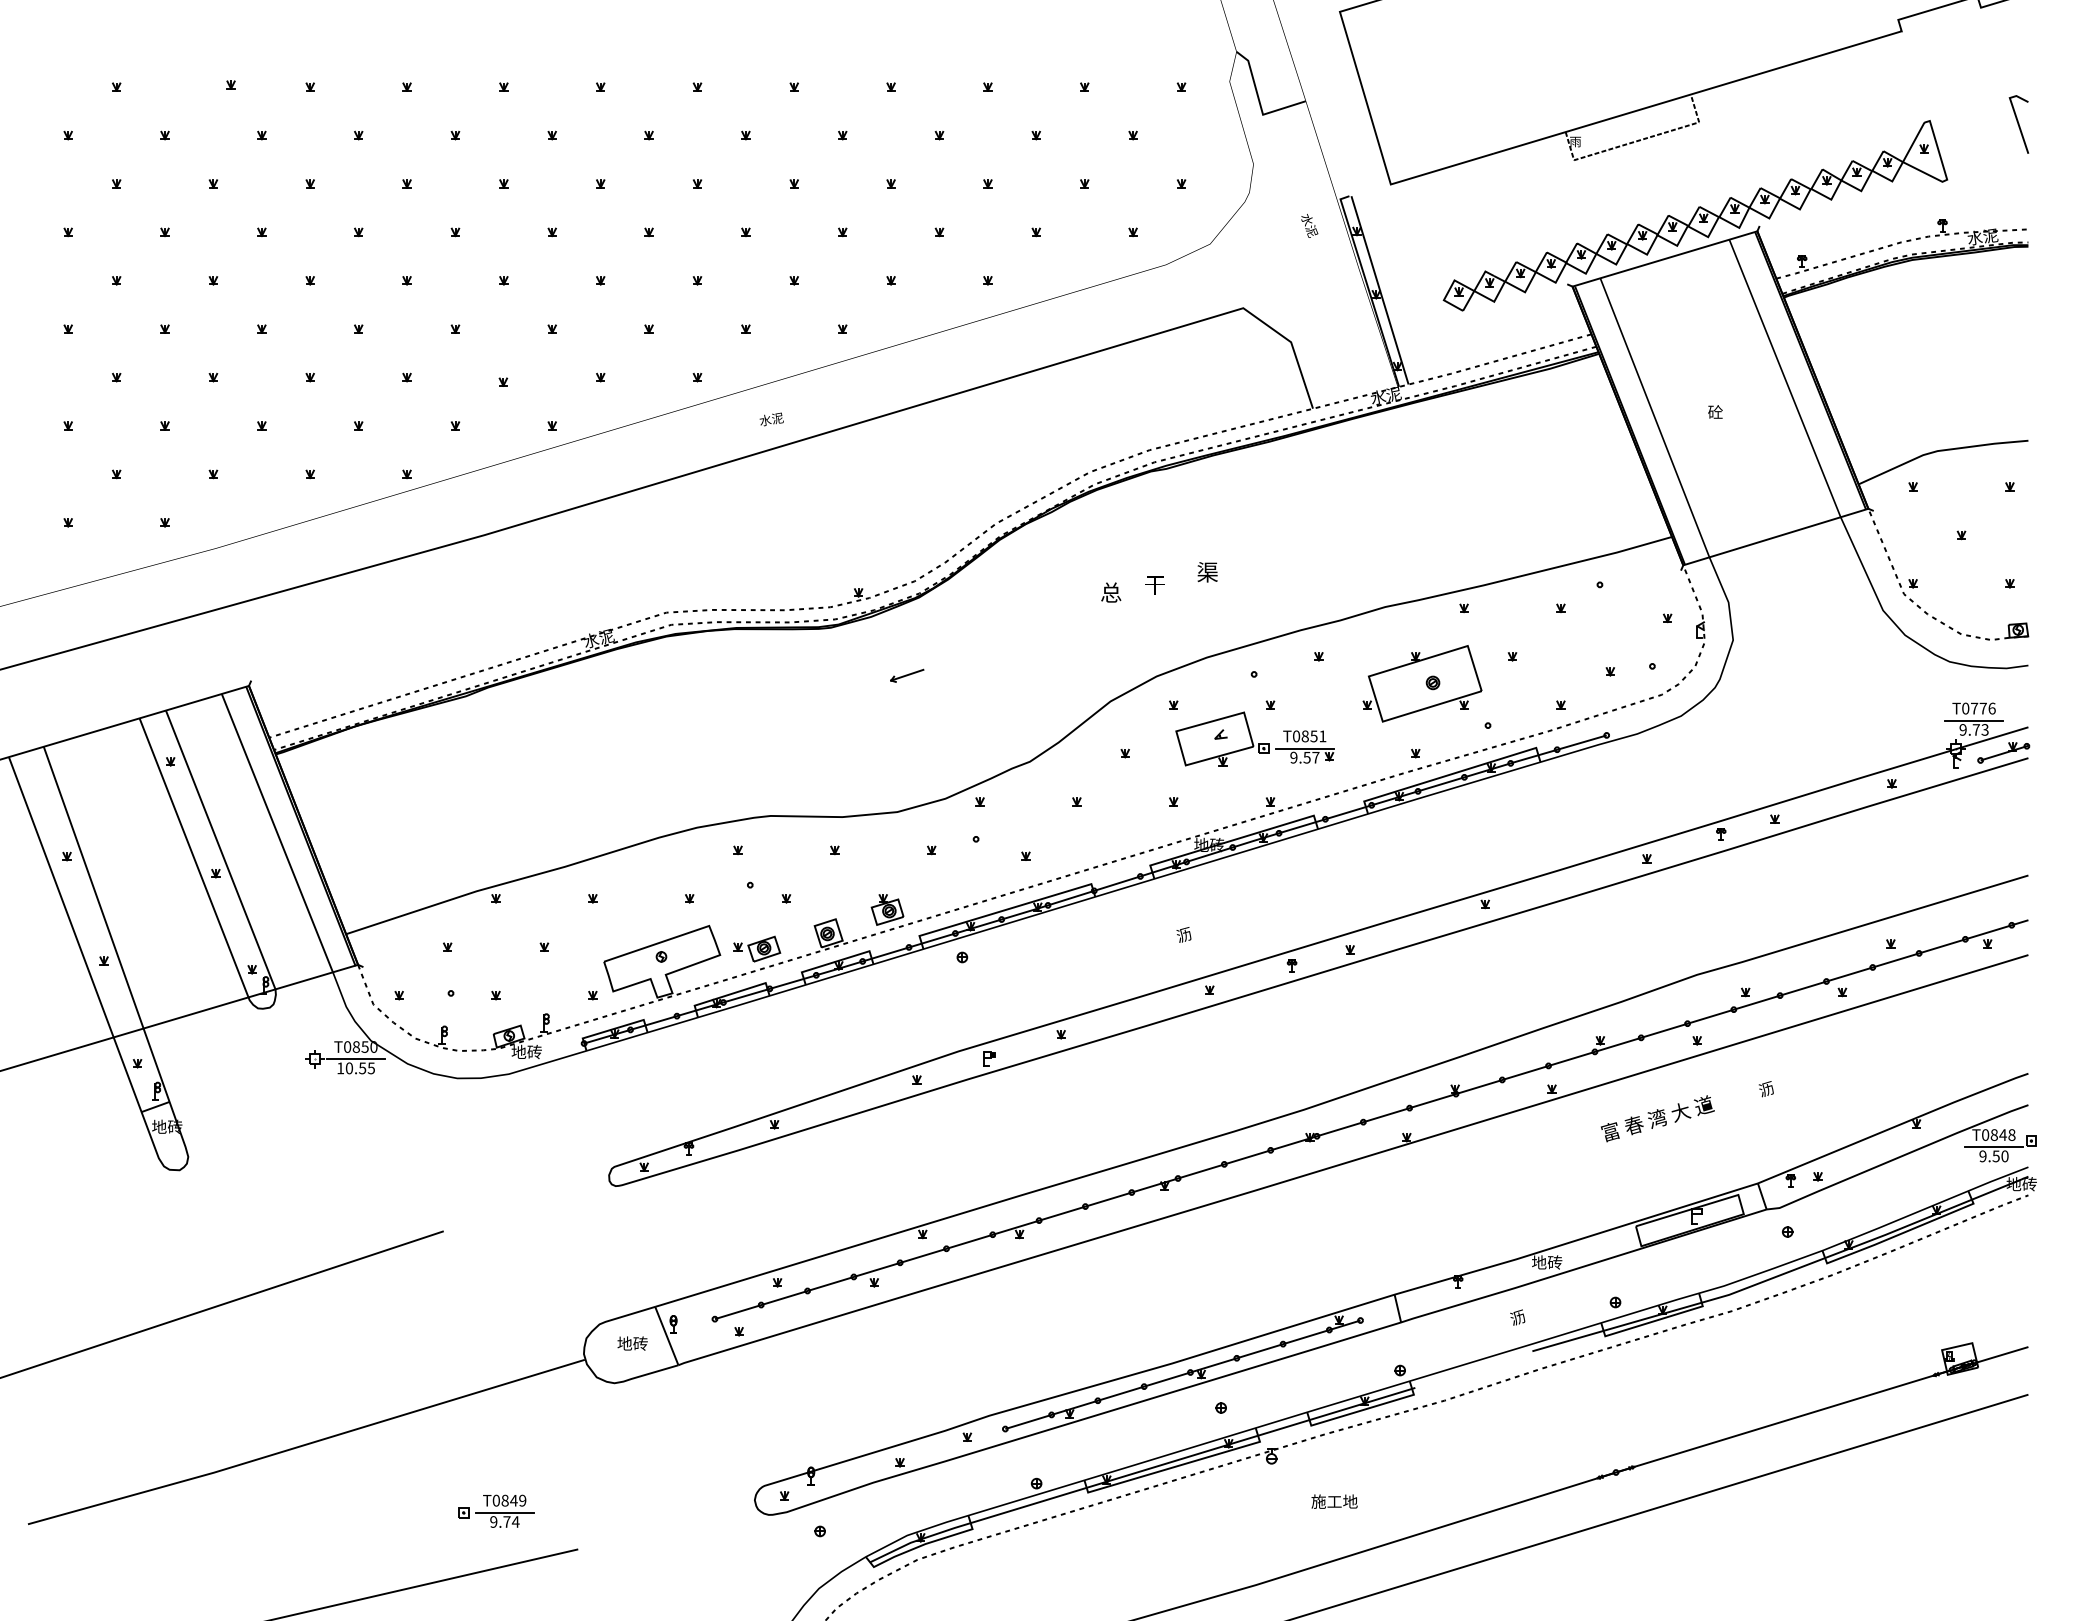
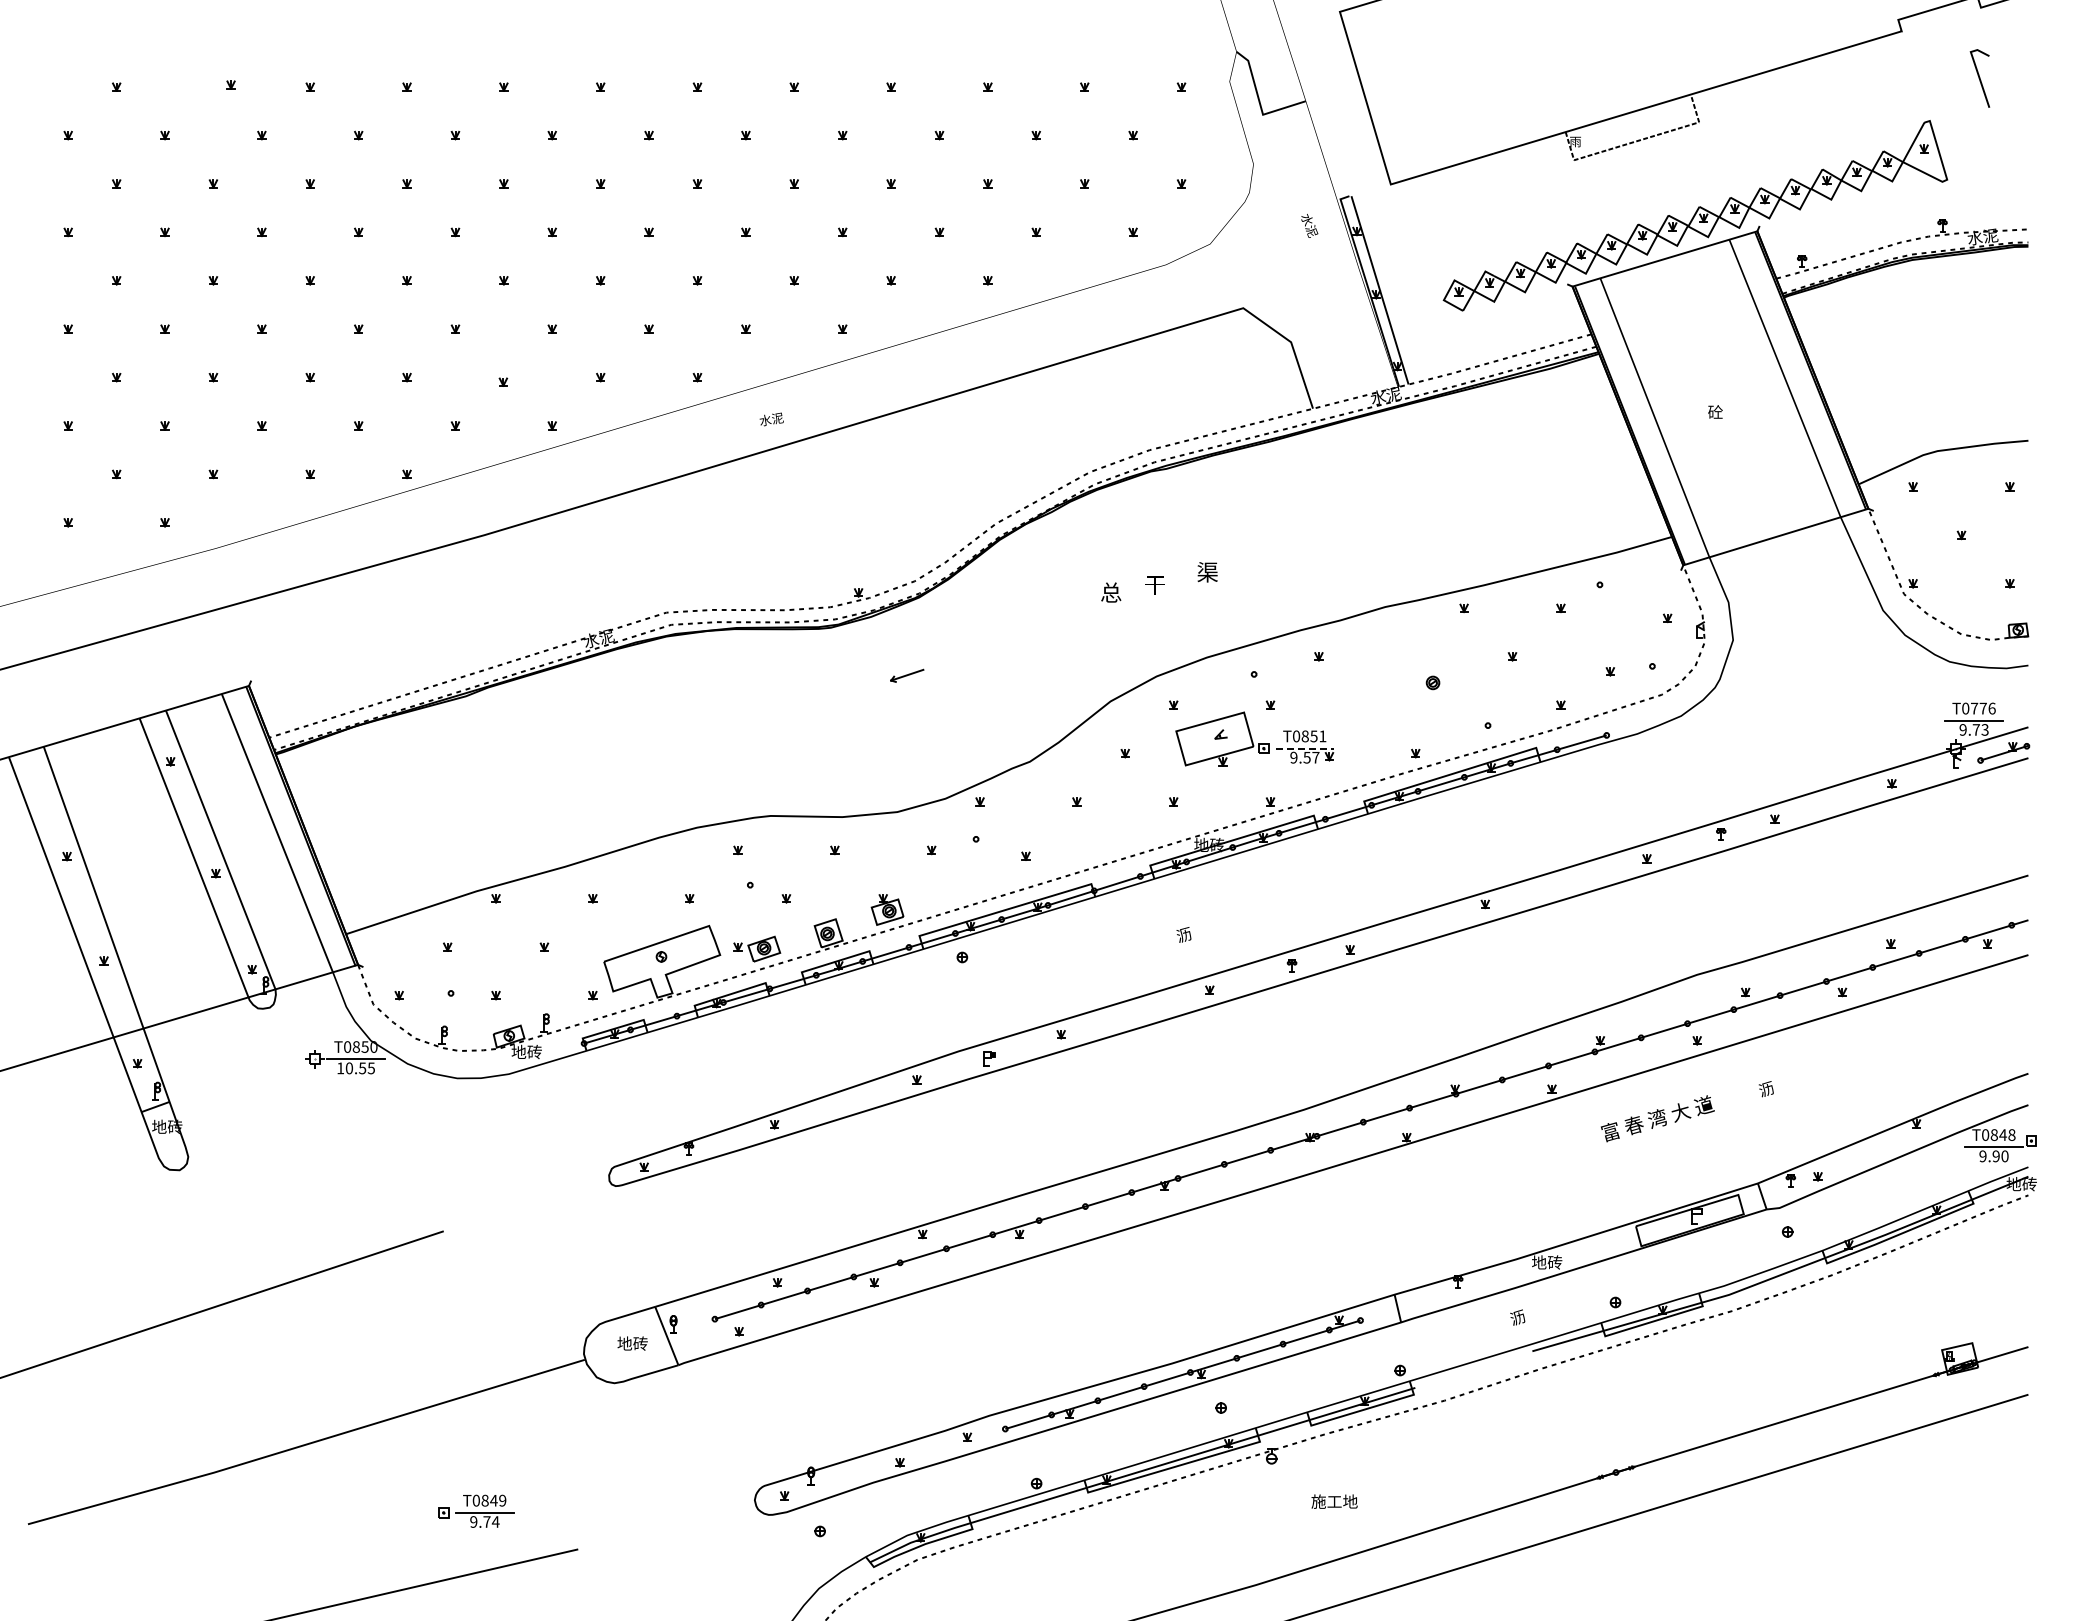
line at (2018, 124) position: (2018, 124) -> (1979, 78)
part at (1422, 683): present -> none
line at (1305, 748): solid -> dashed
text at (1995, 1156): 9.50 -> 9.90
part at (496, 1510) position: (496, 1510) -> (476, 1510)
